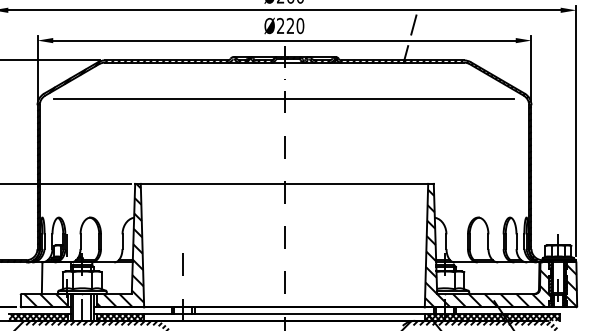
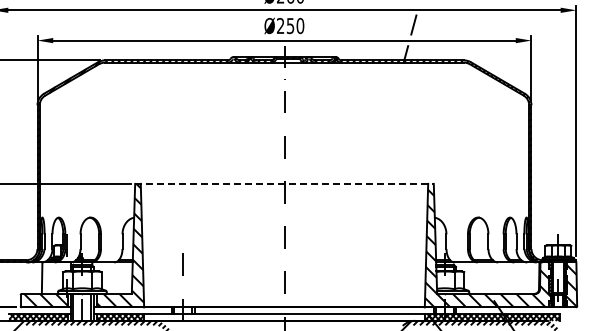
text at (290, 26): Ø220 -> Ø250
line at (283, 98): present -> none
line at (284, 183): solid -> dashed
